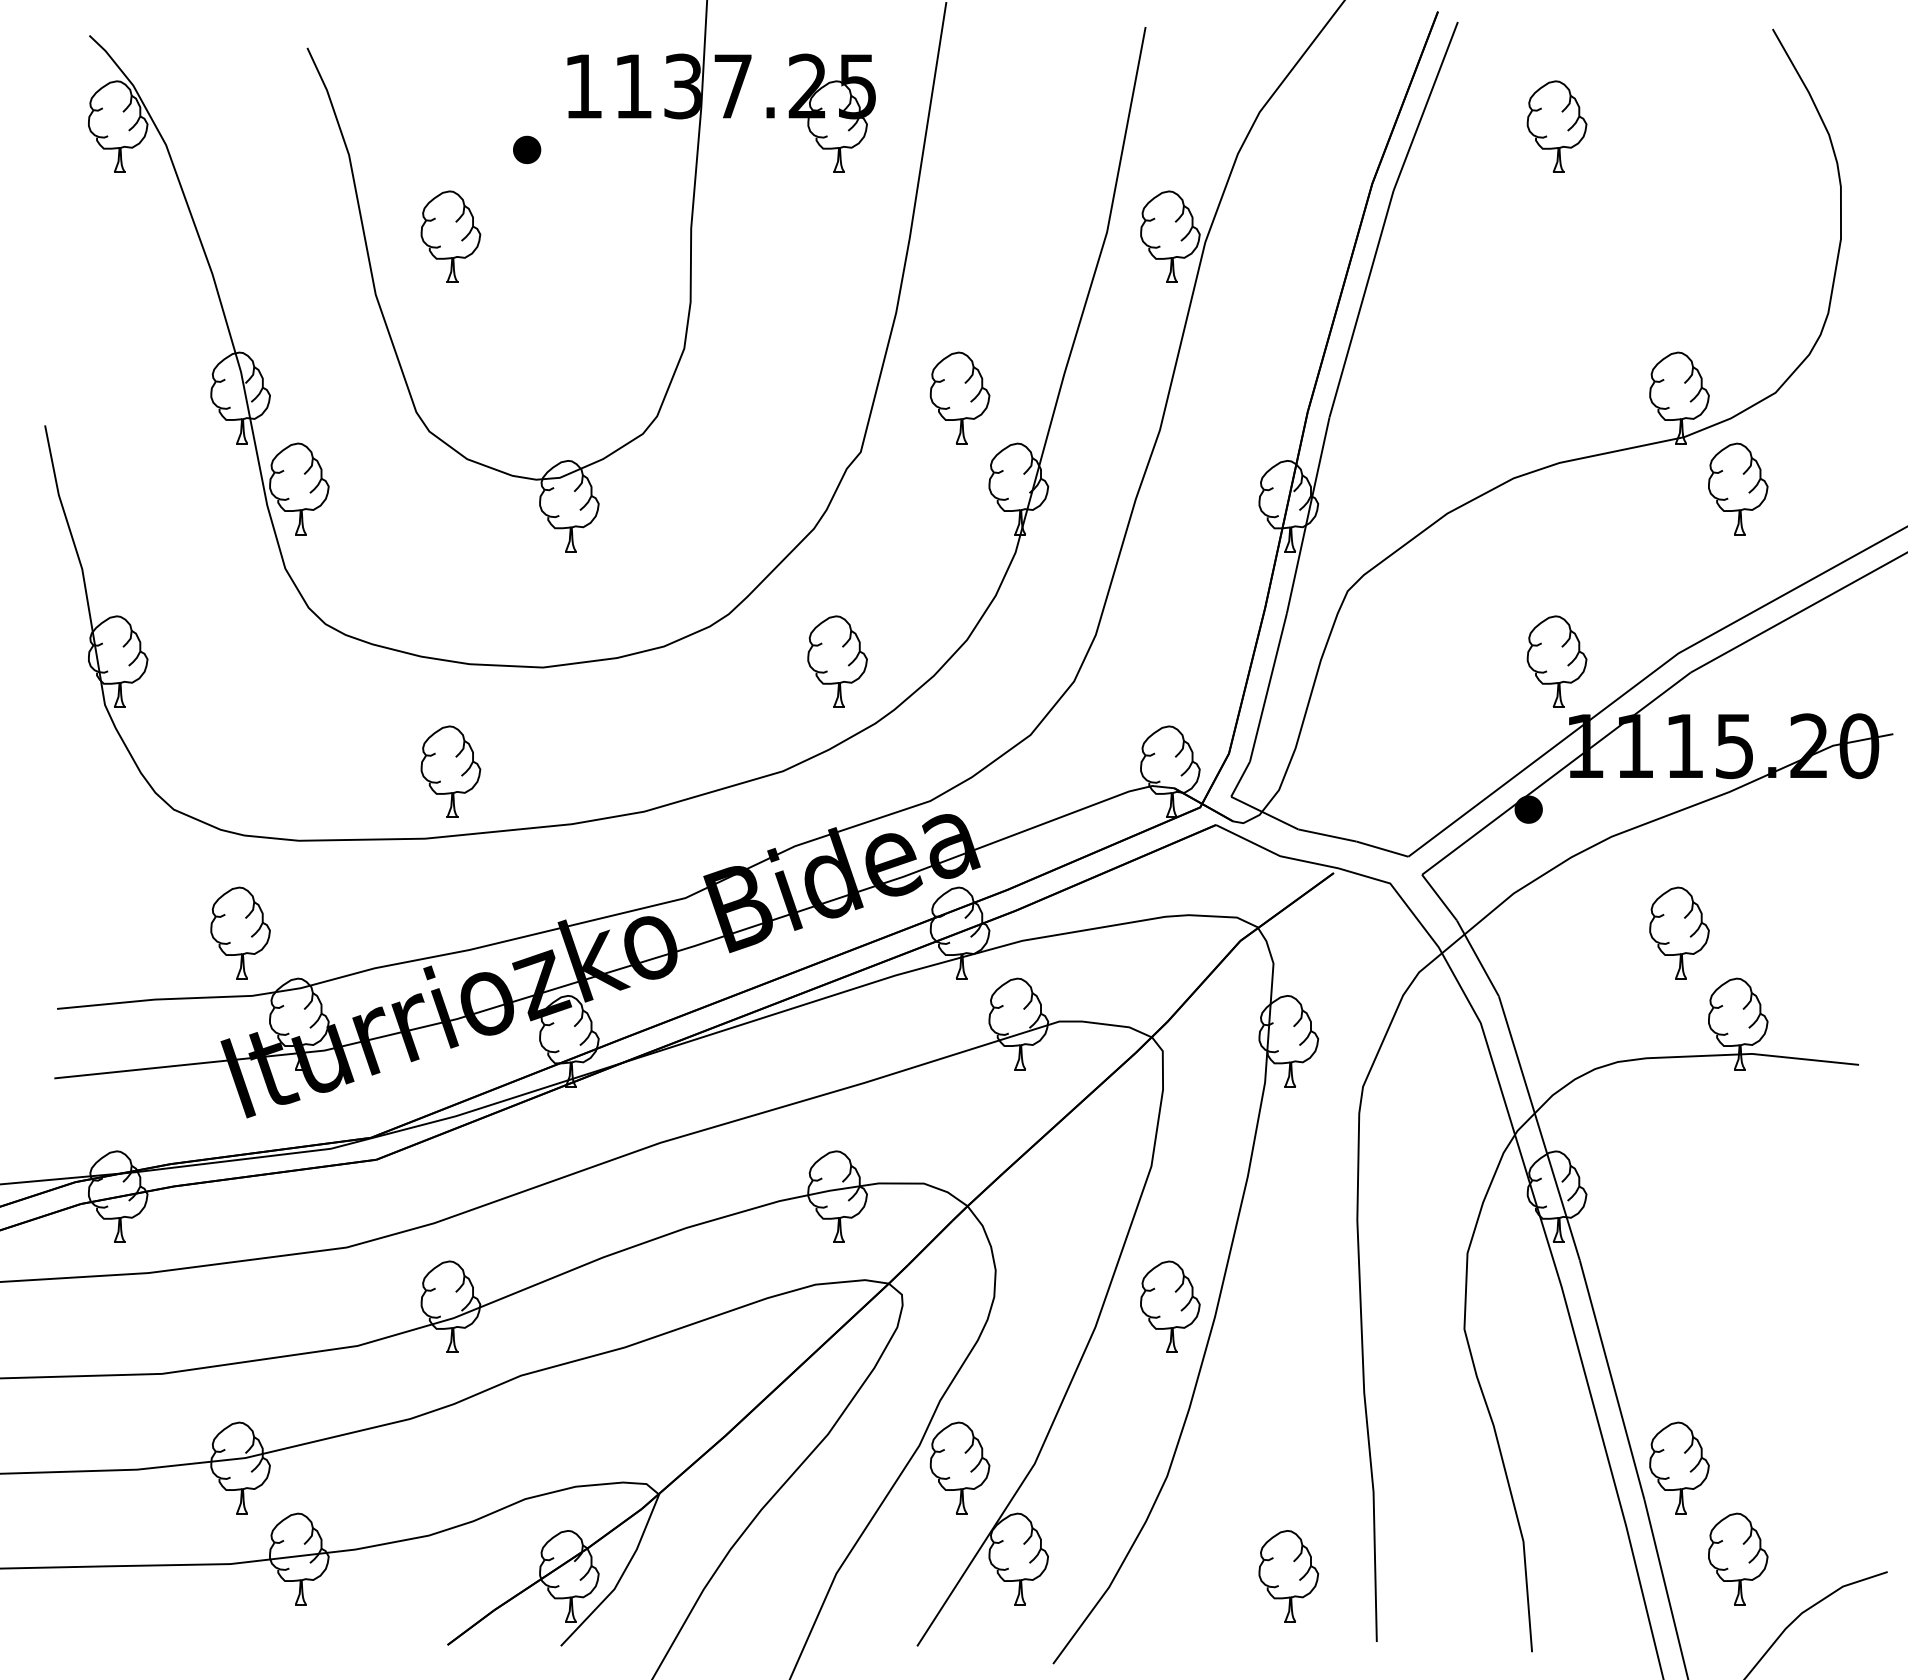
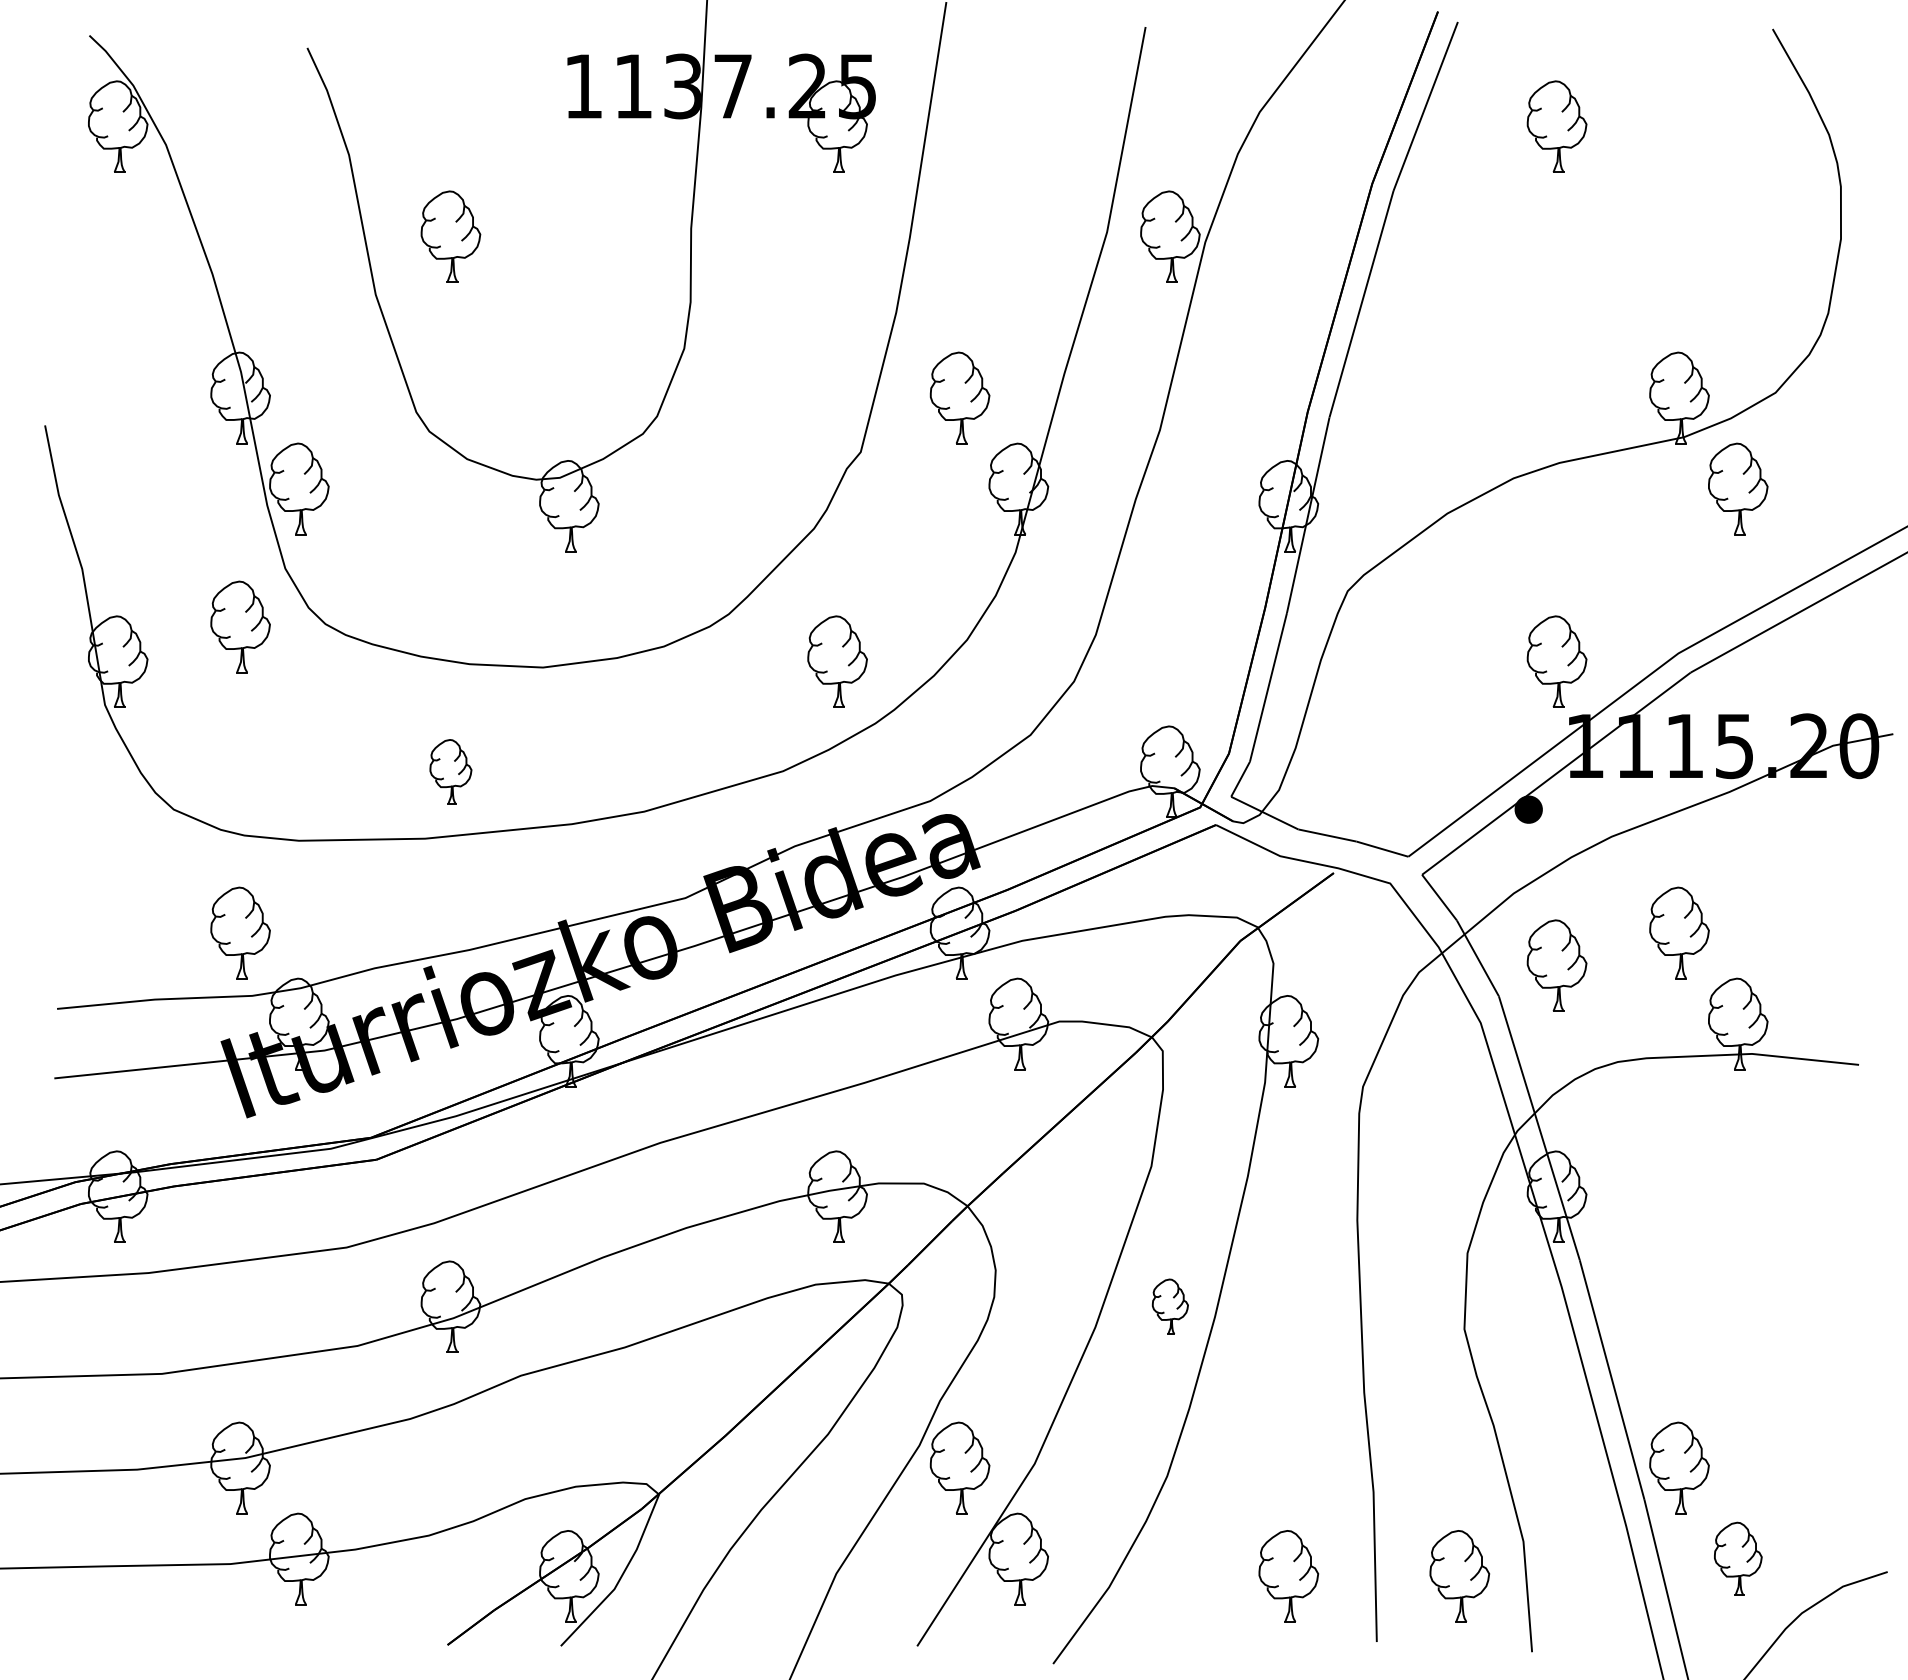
part at (527, 149): present -> none
part at (240, 626): none -> present
part at (450, 771) size: 62x93 px -> 44x66 px
part at (1556, 965): none -> present
part at (1170, 1306) size: 61x93 px -> 38x57 px
part at (1738, 1558) size: 61x94 px -> 49x75 px
part at (1459, 1576): none -> present
